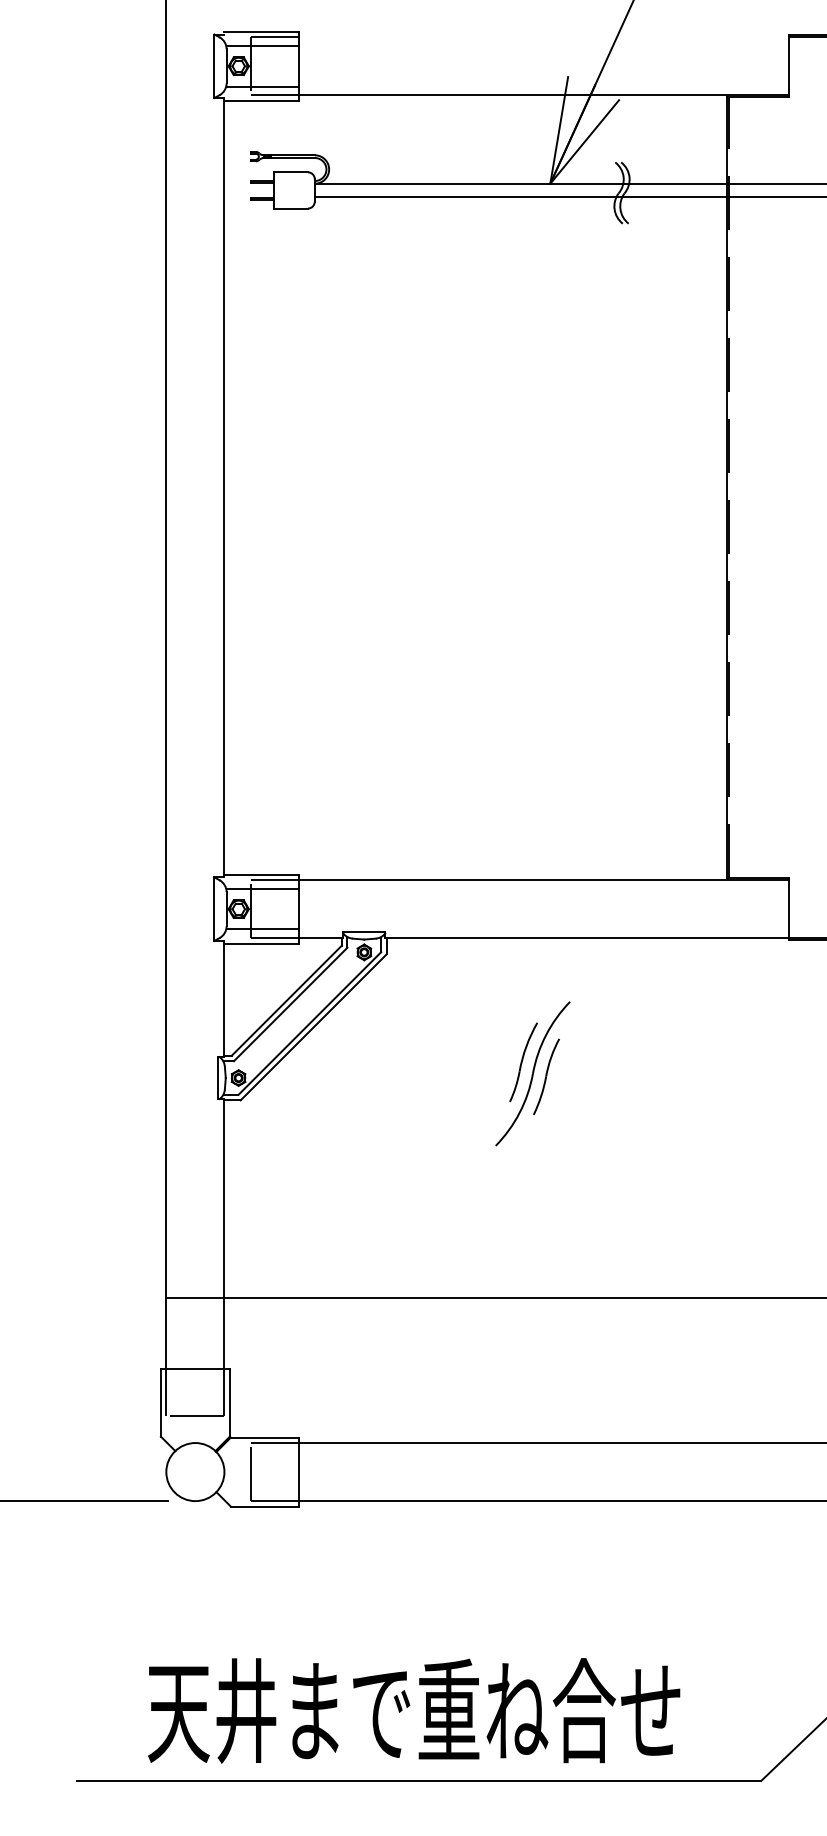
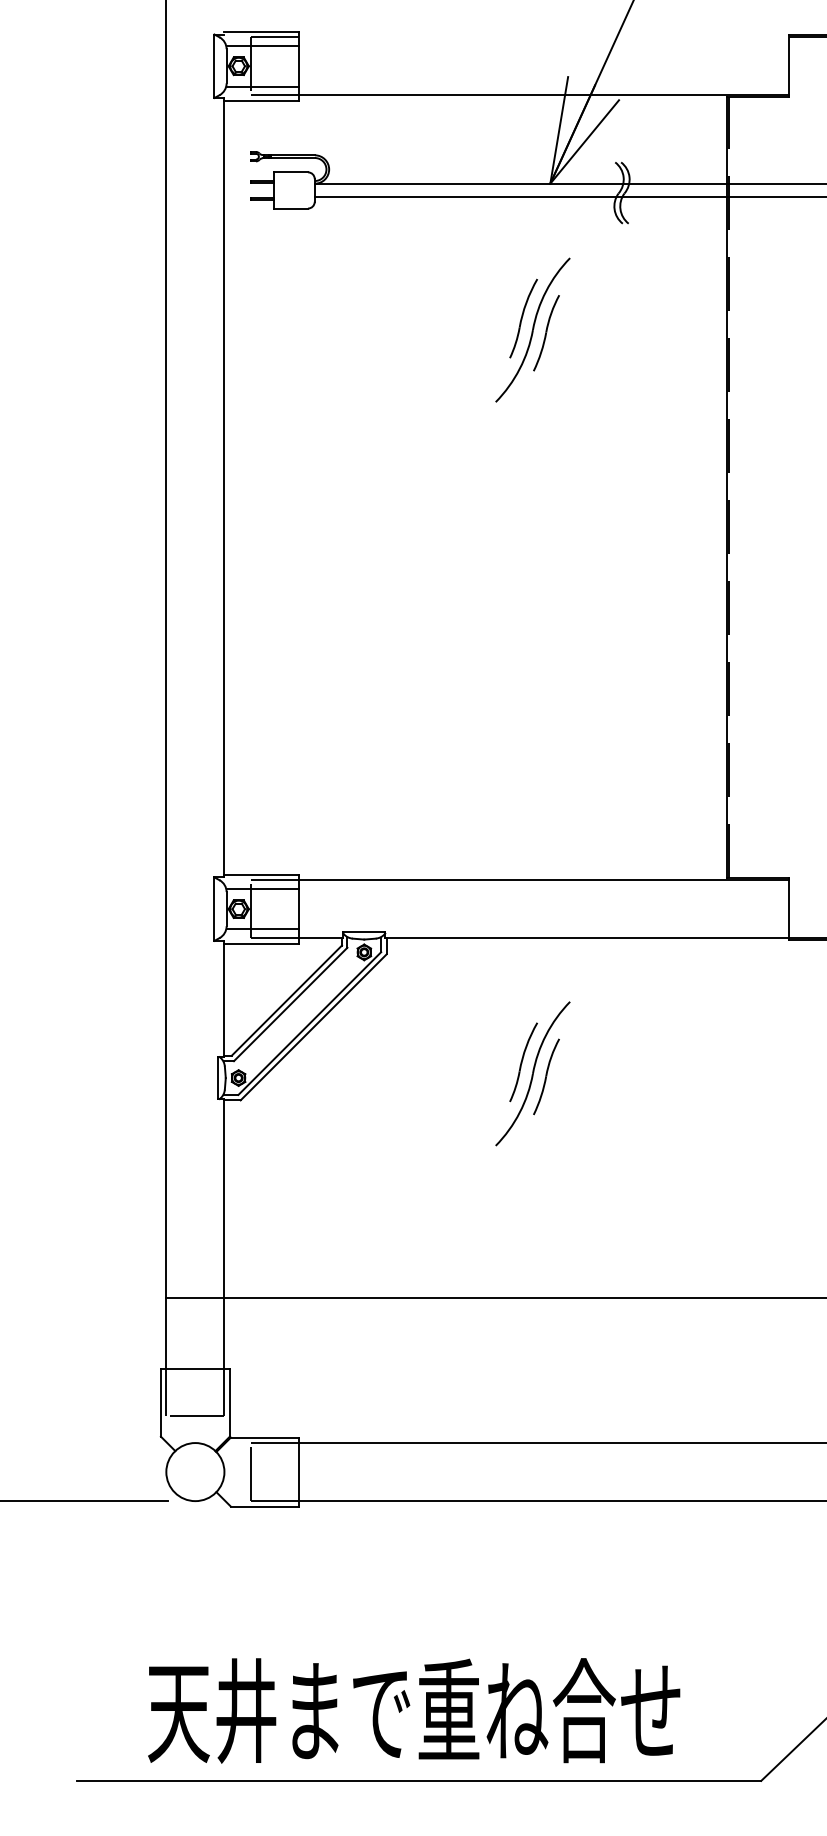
part at (532, 329): none -> present
